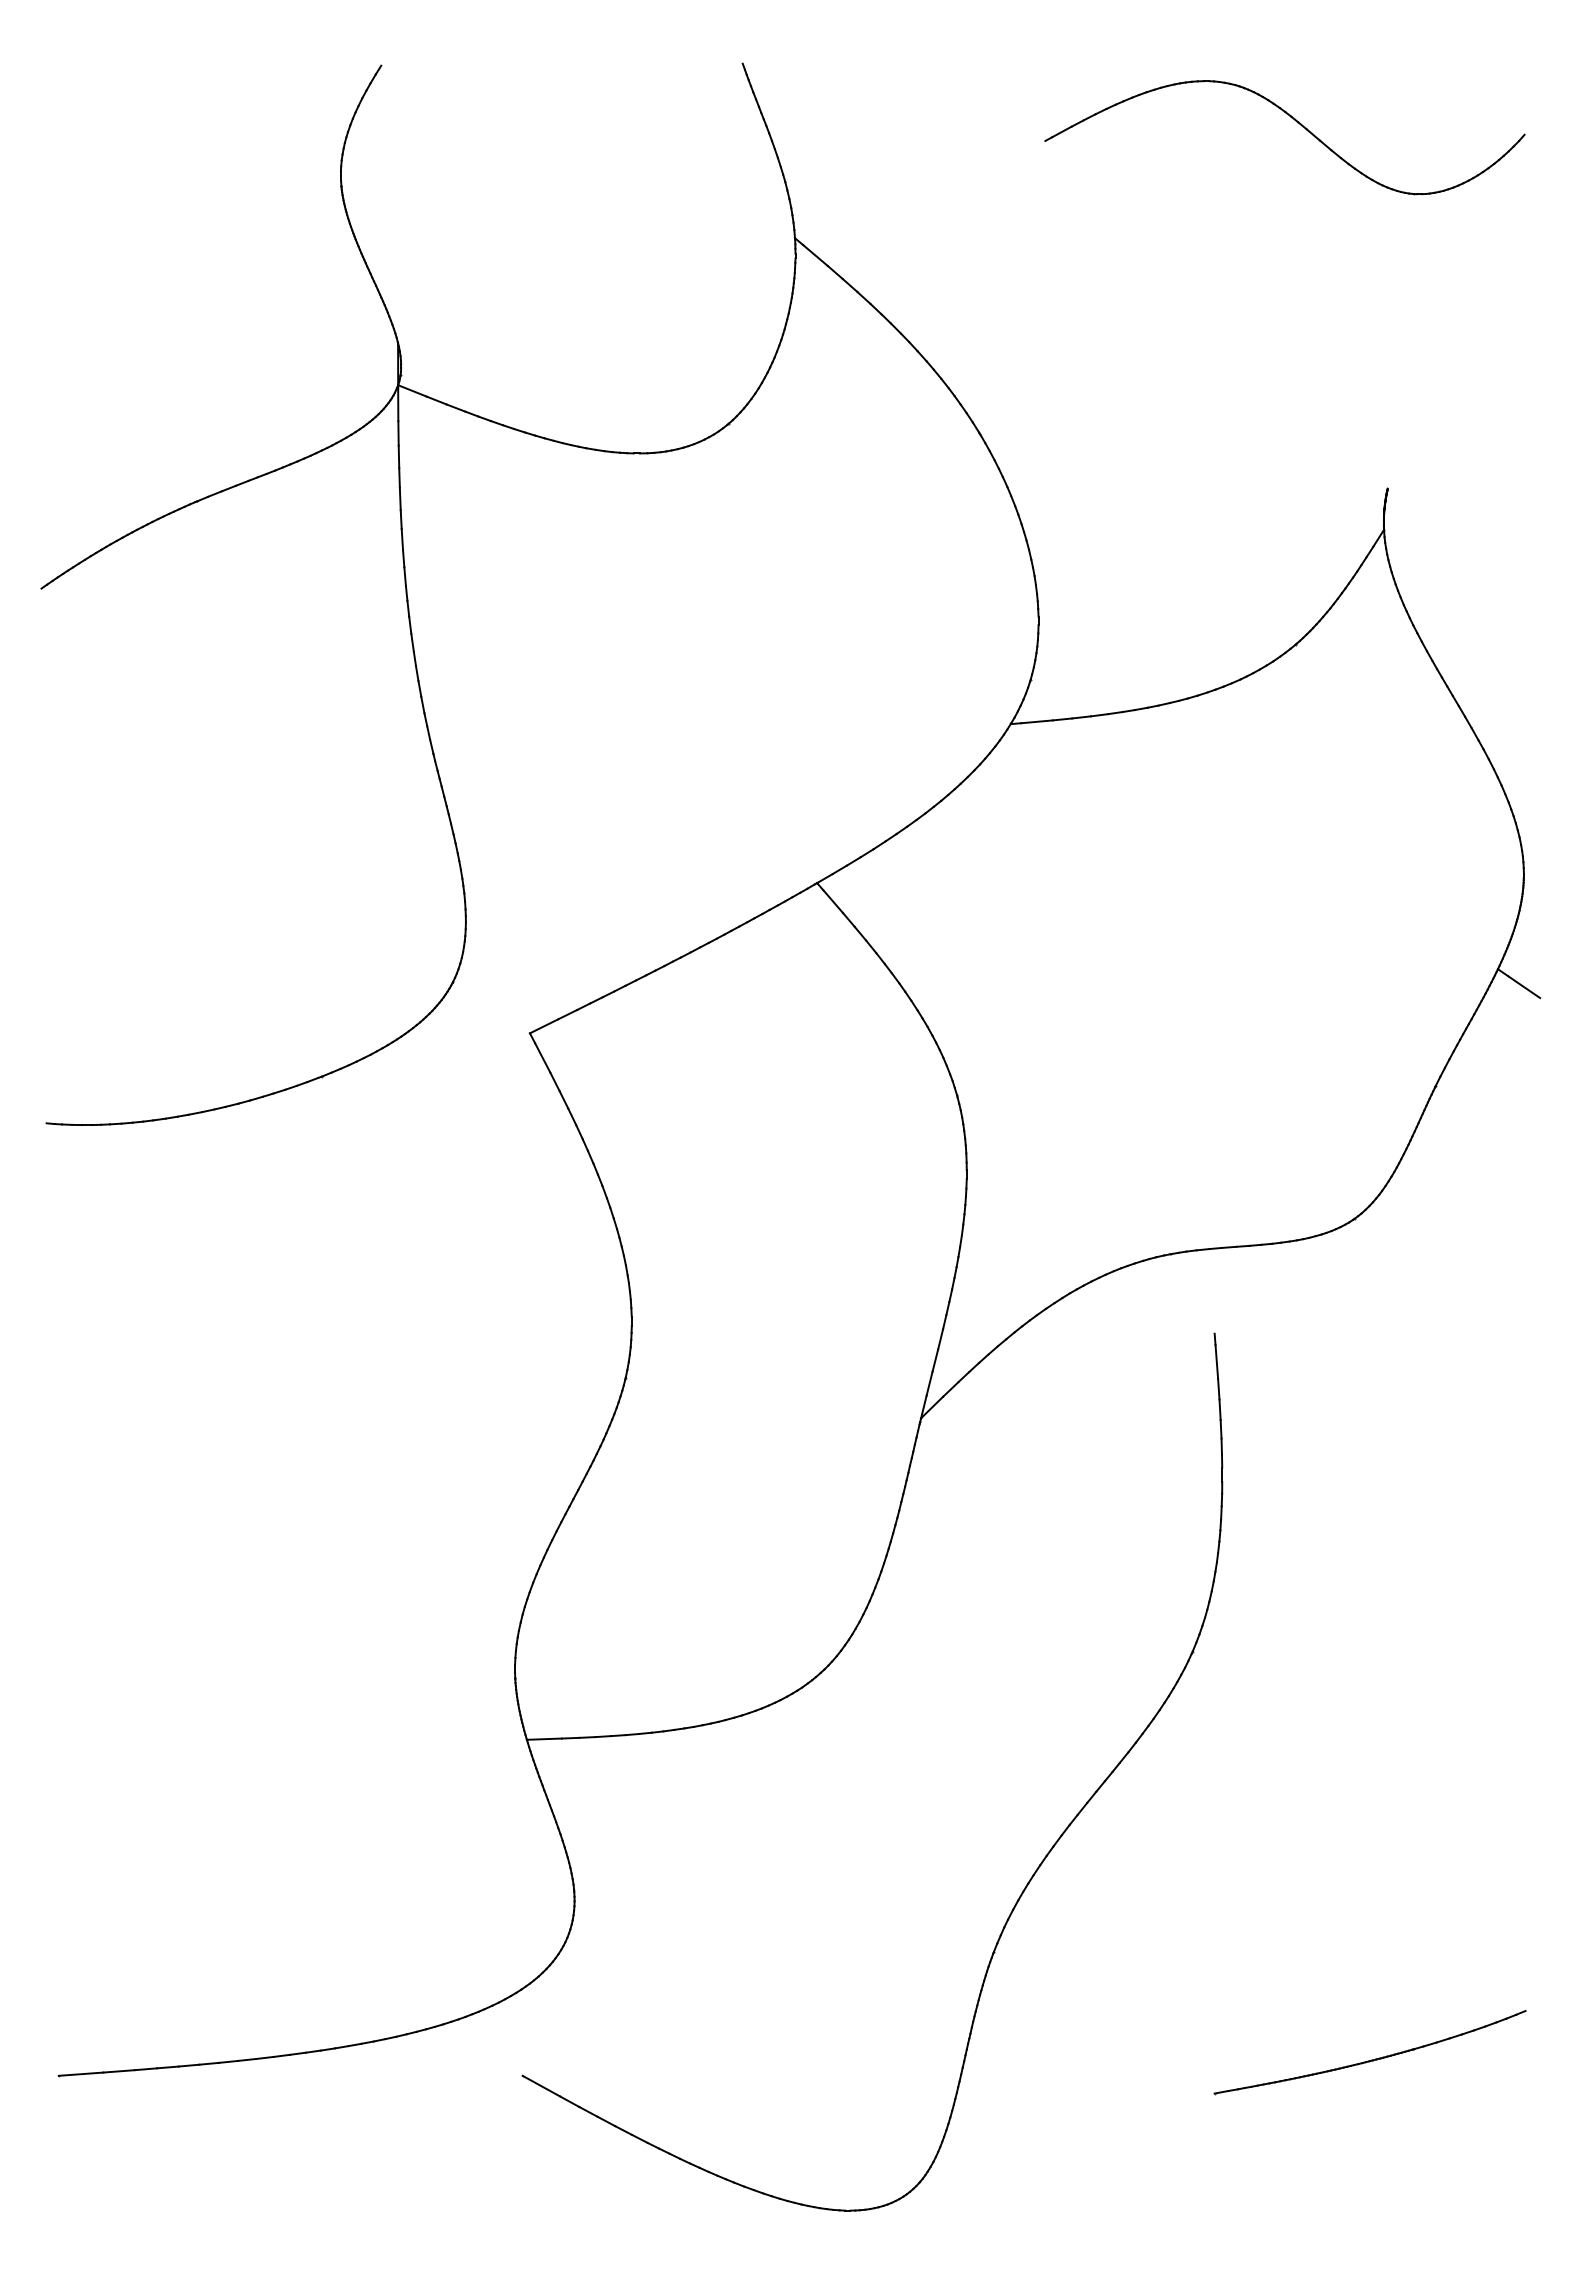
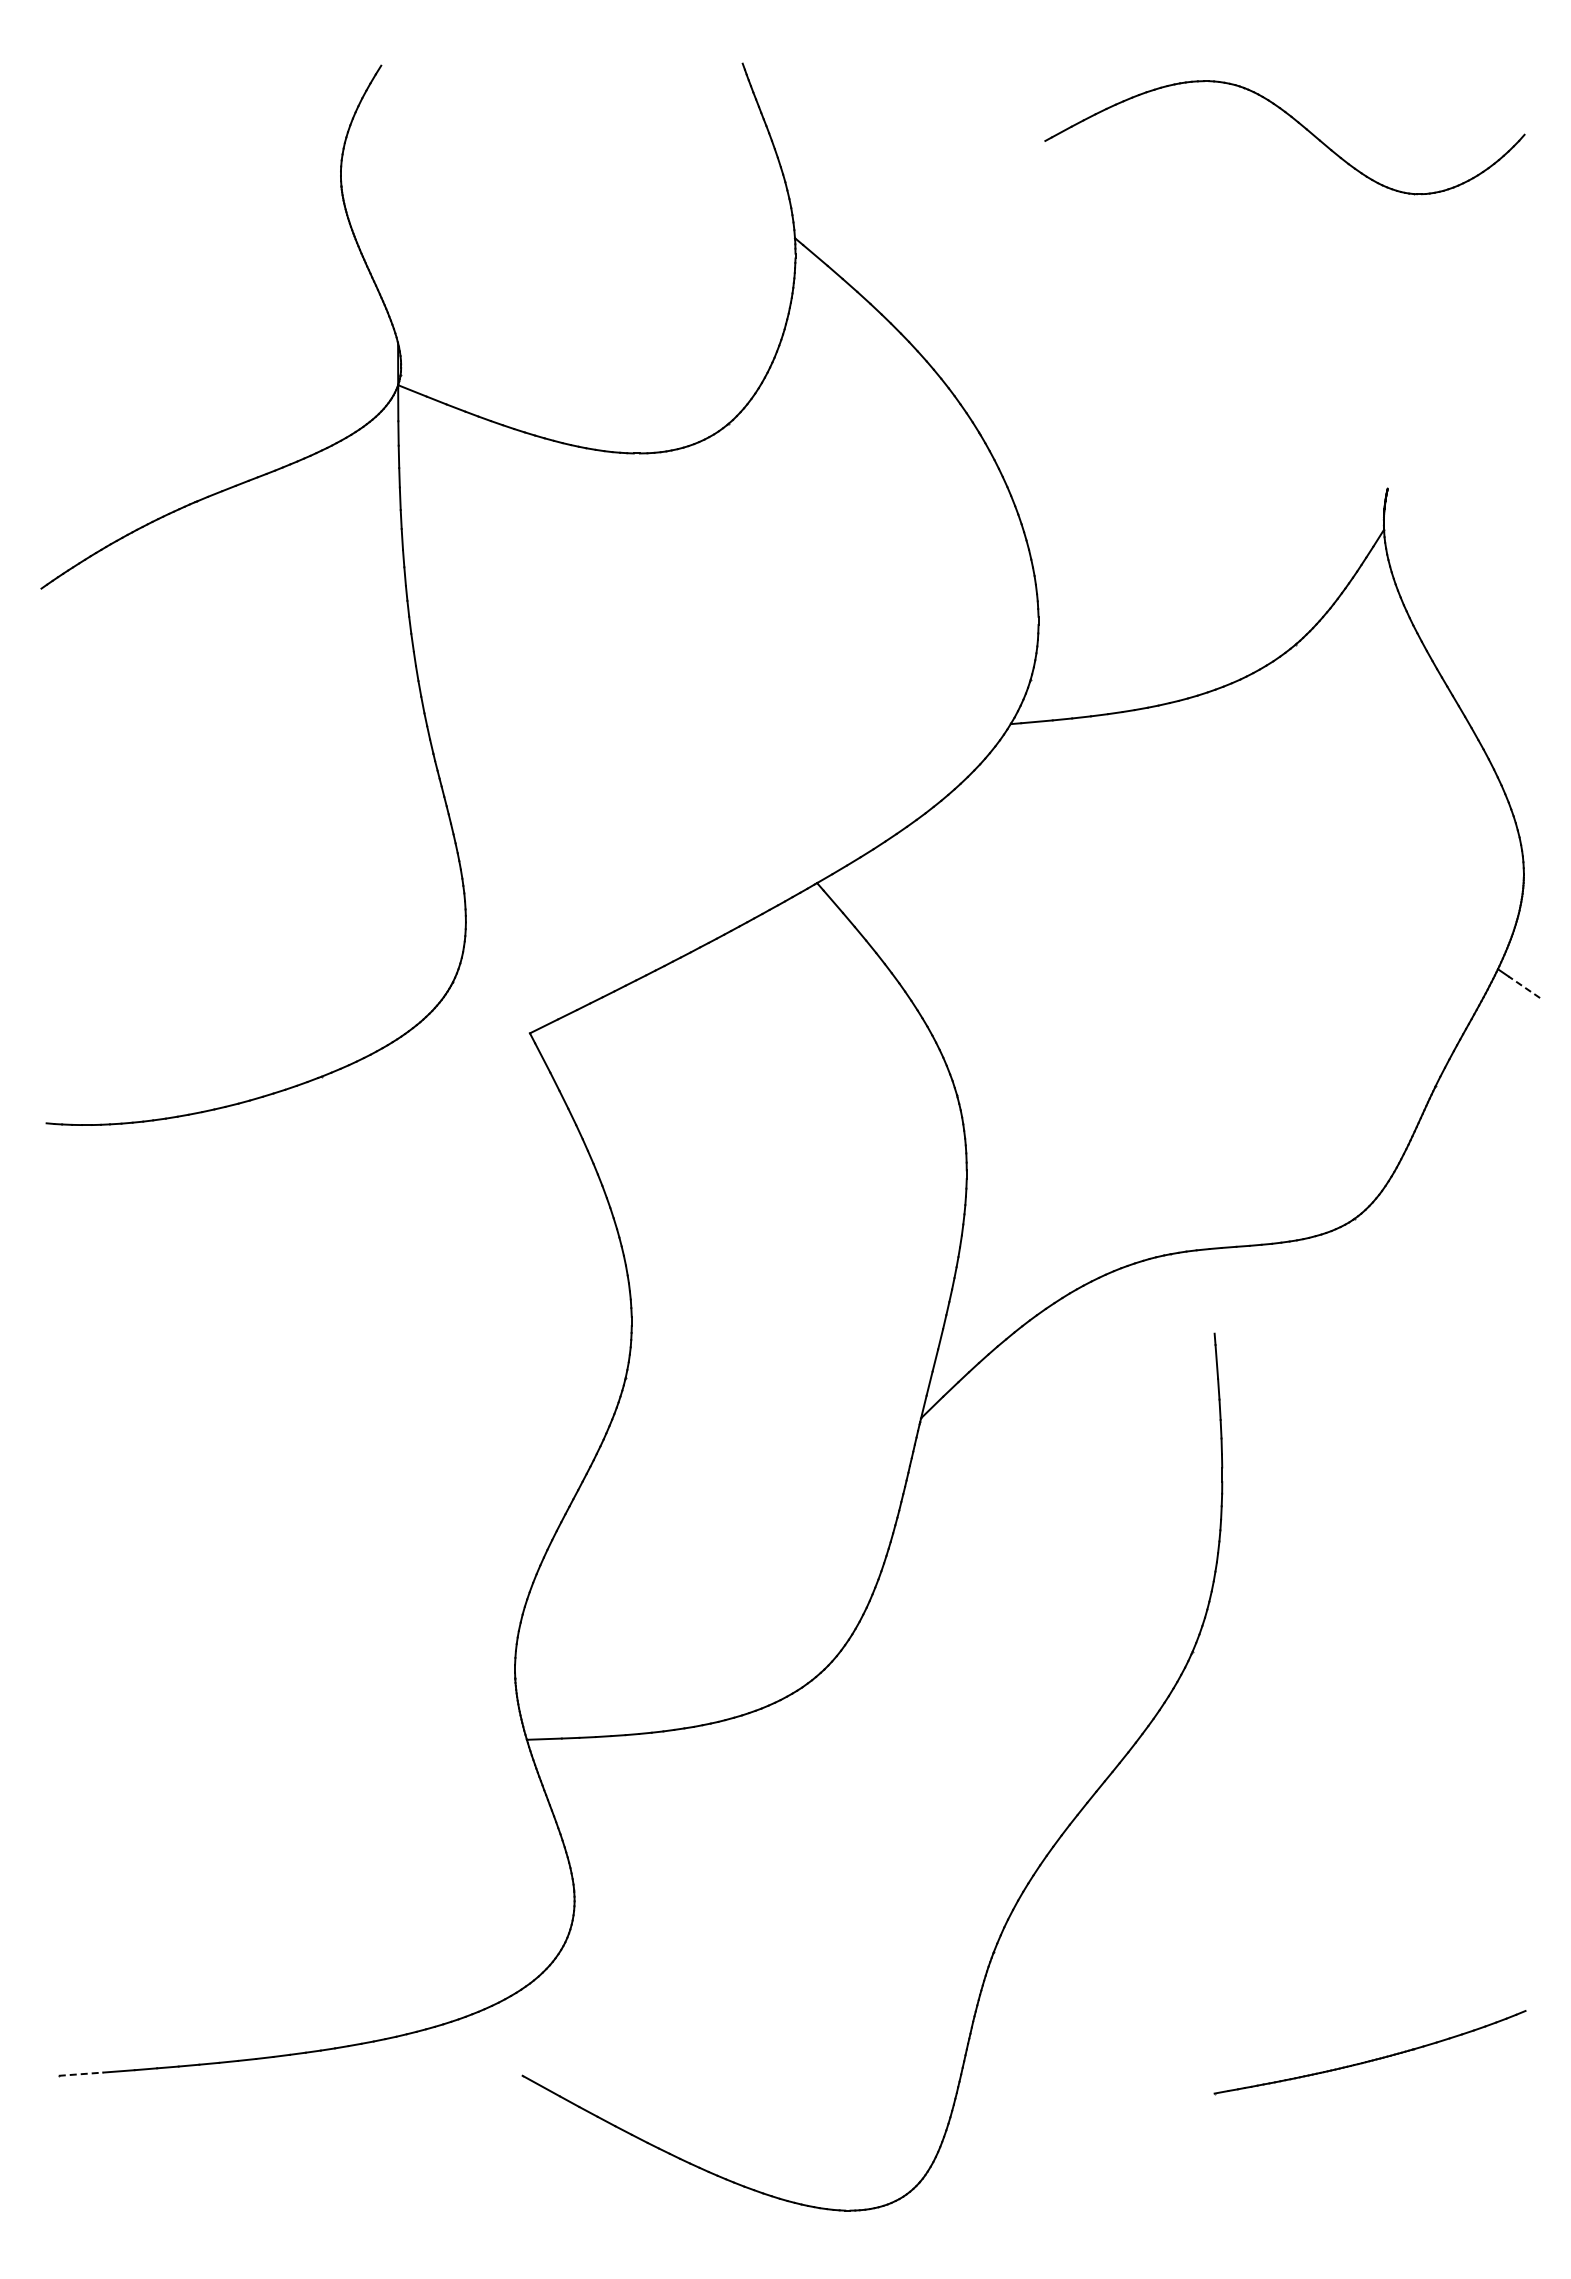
line at (1523, 986): solid -> dashed
line at (81, 2074): solid -> dashed
